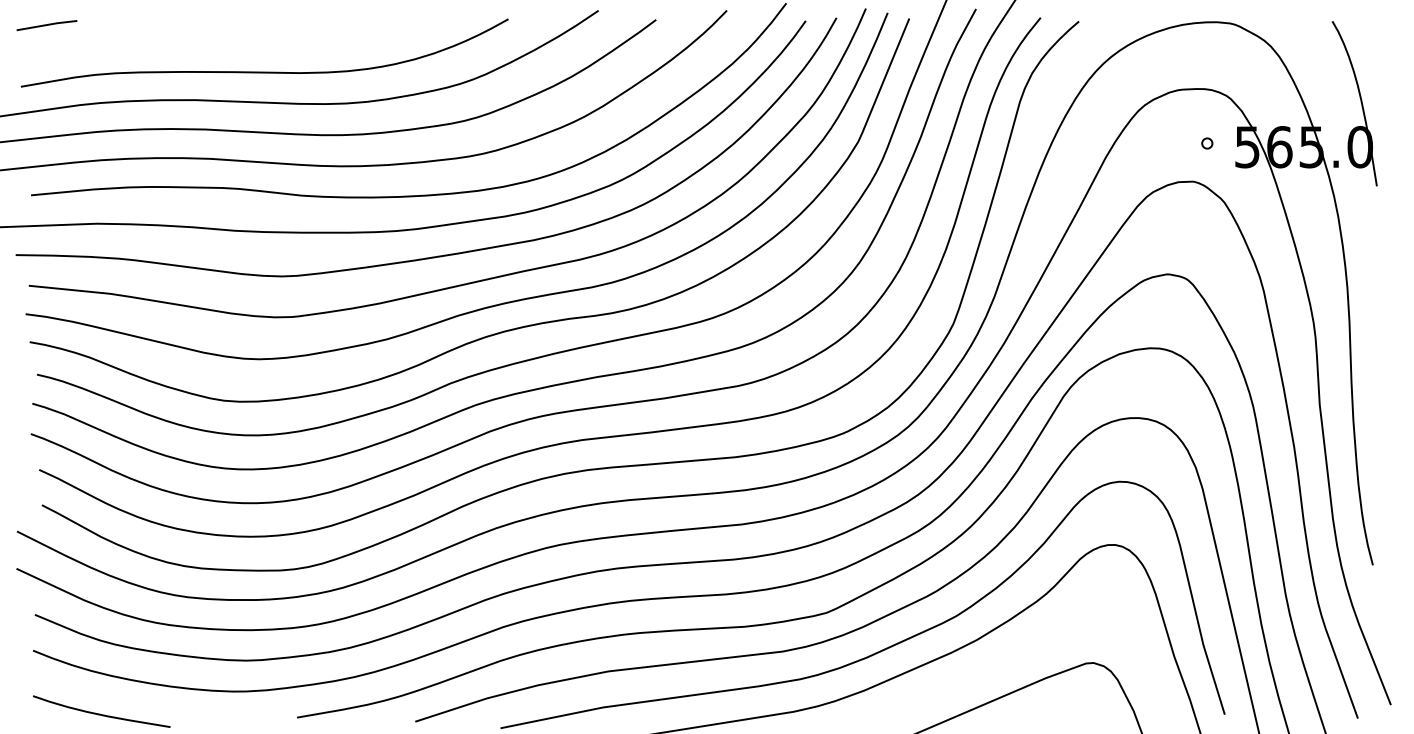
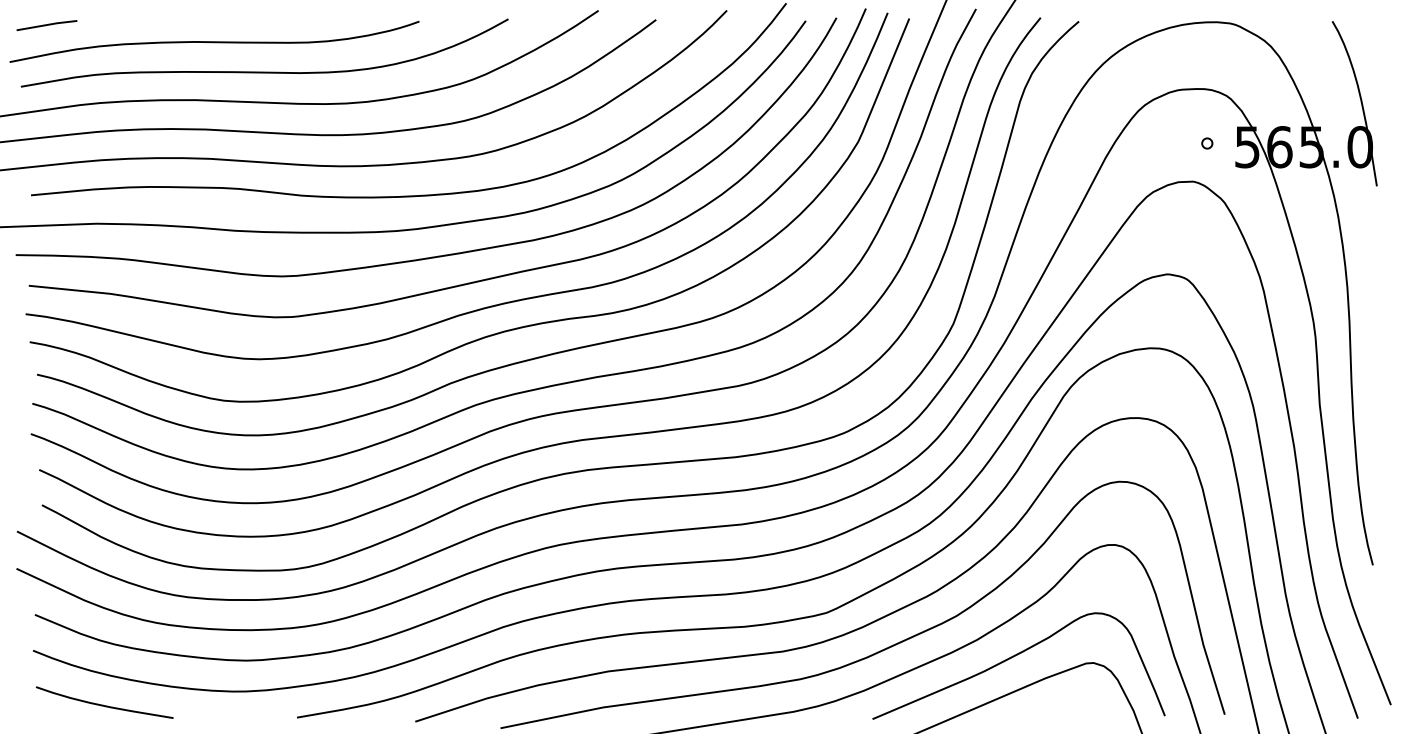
curve at (214, 41): none -> present
curve at (1013, 657): none -> present
curve at (100, 713) position: (100, 713) -> (103, 704)
